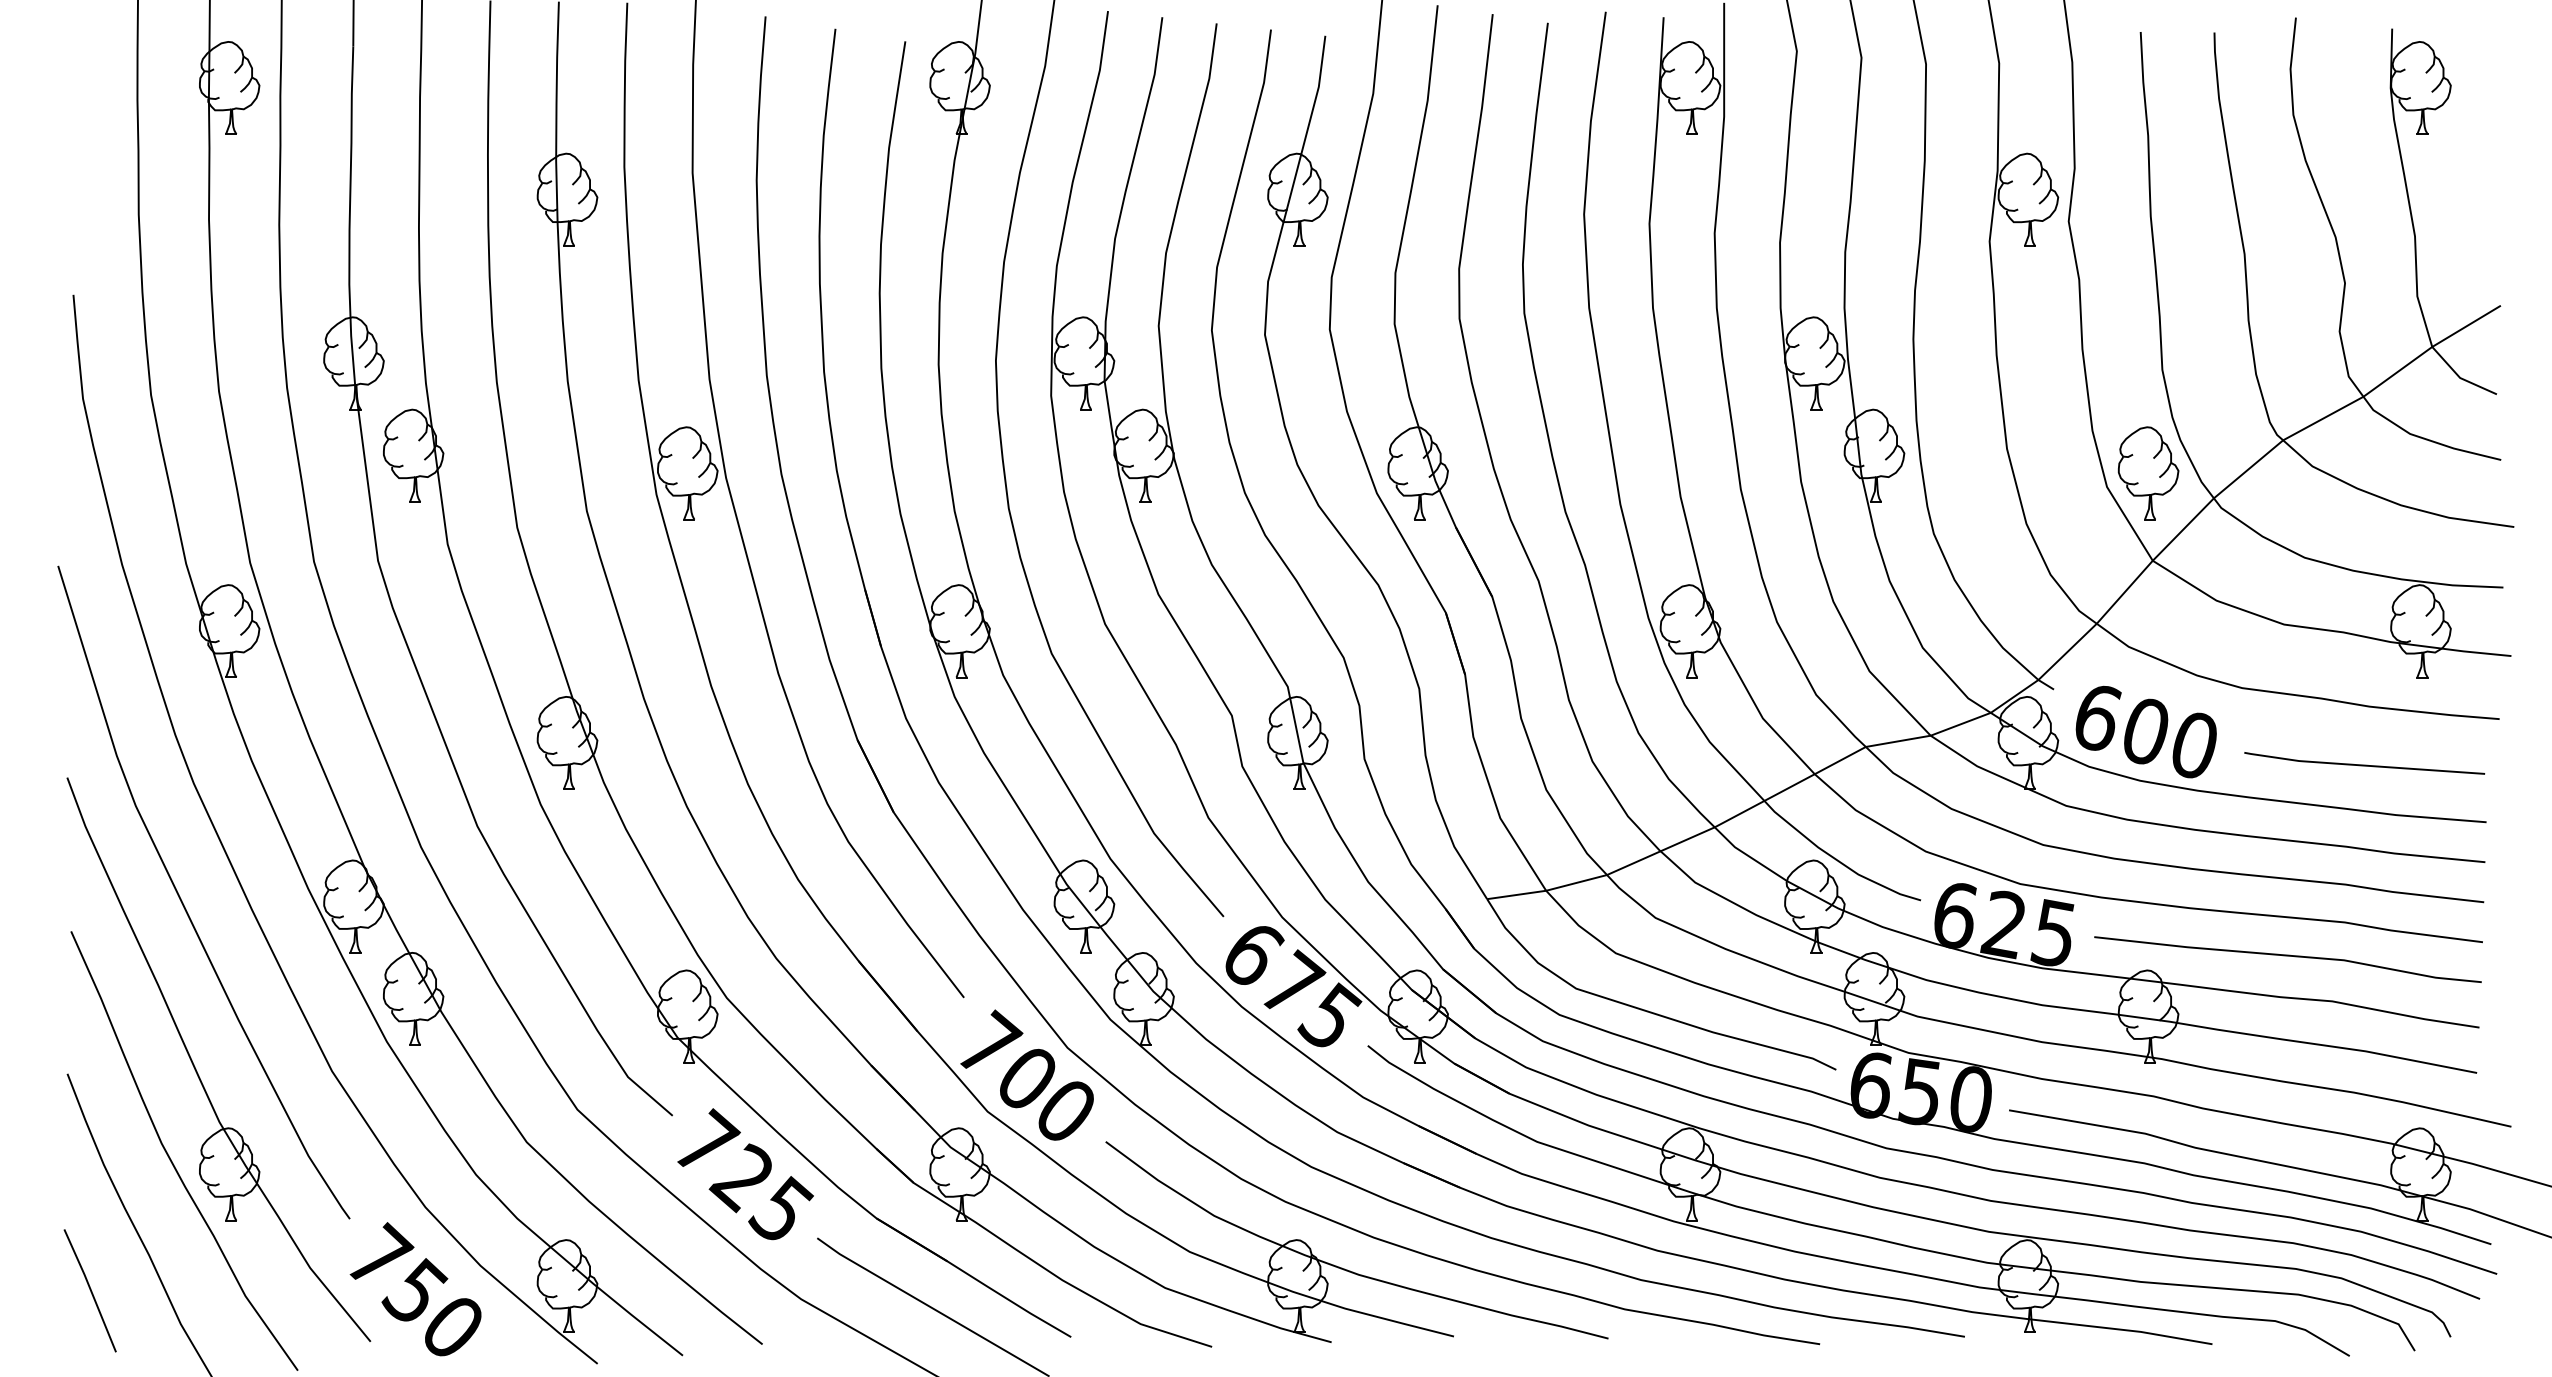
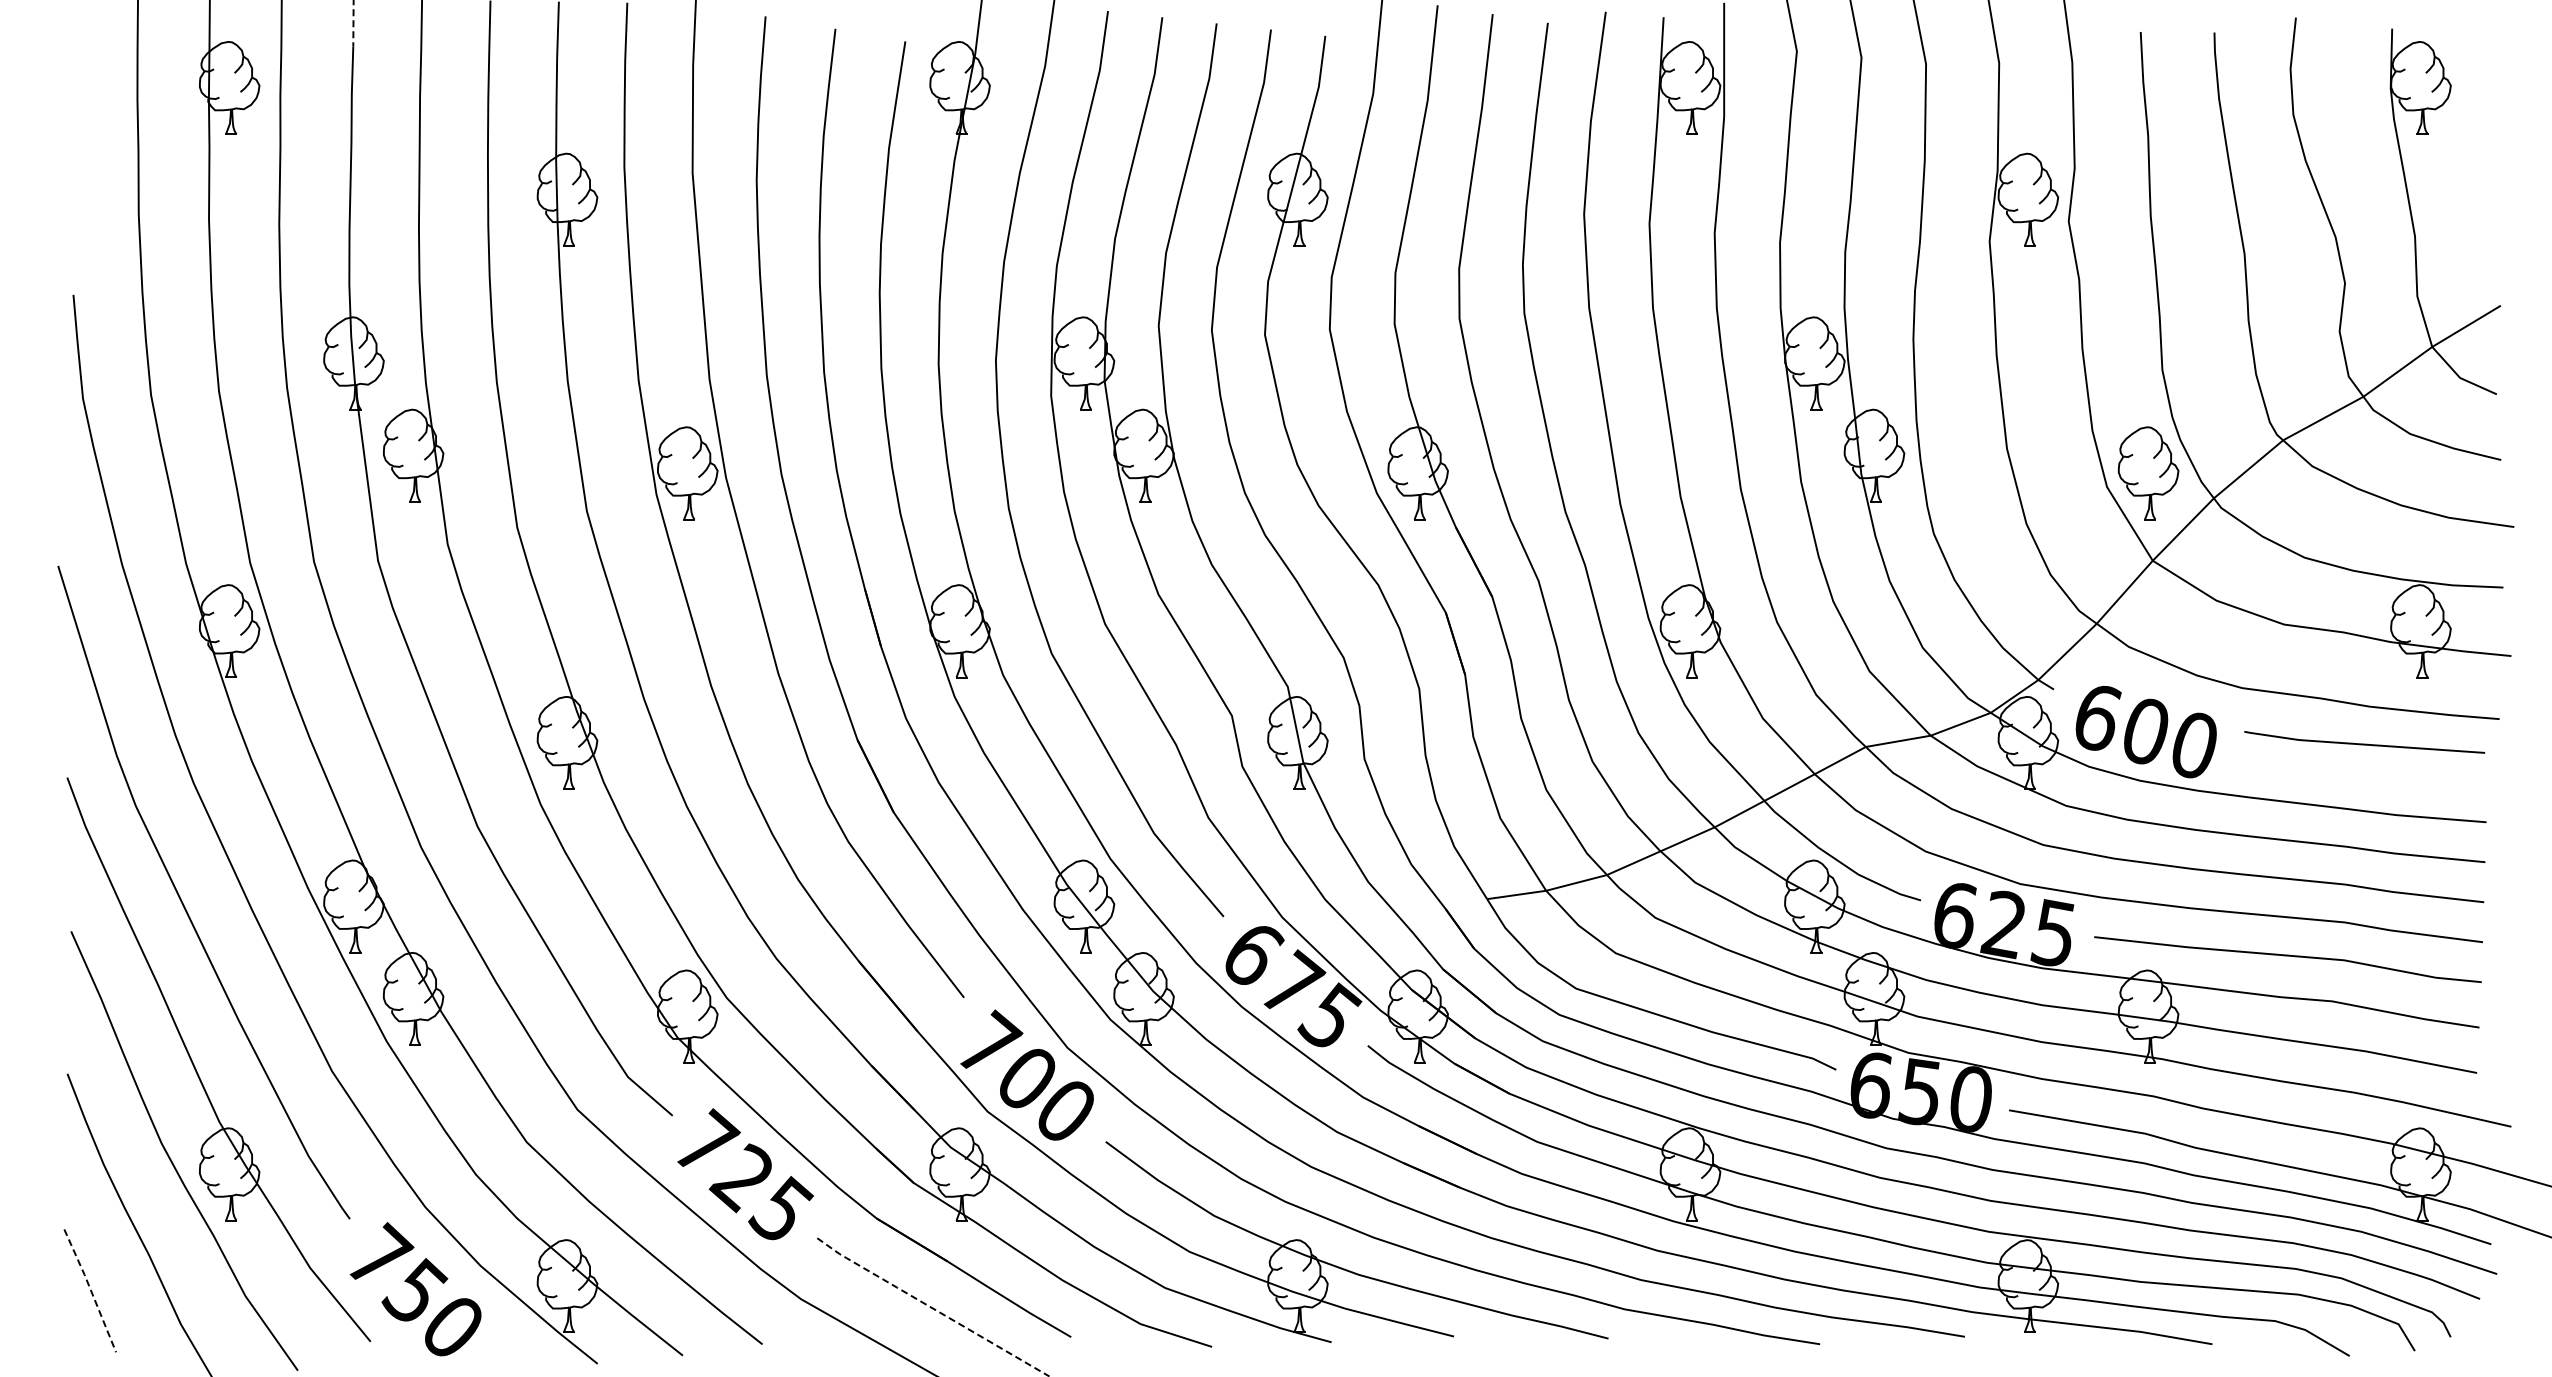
line at (353, 23): solid -> dashed
line at (2364, 764) position: (2364, 764) -> (2364, 743)
line at (90, 1290): solid -> dashed
line at (932, 1307): solid -> dashed
